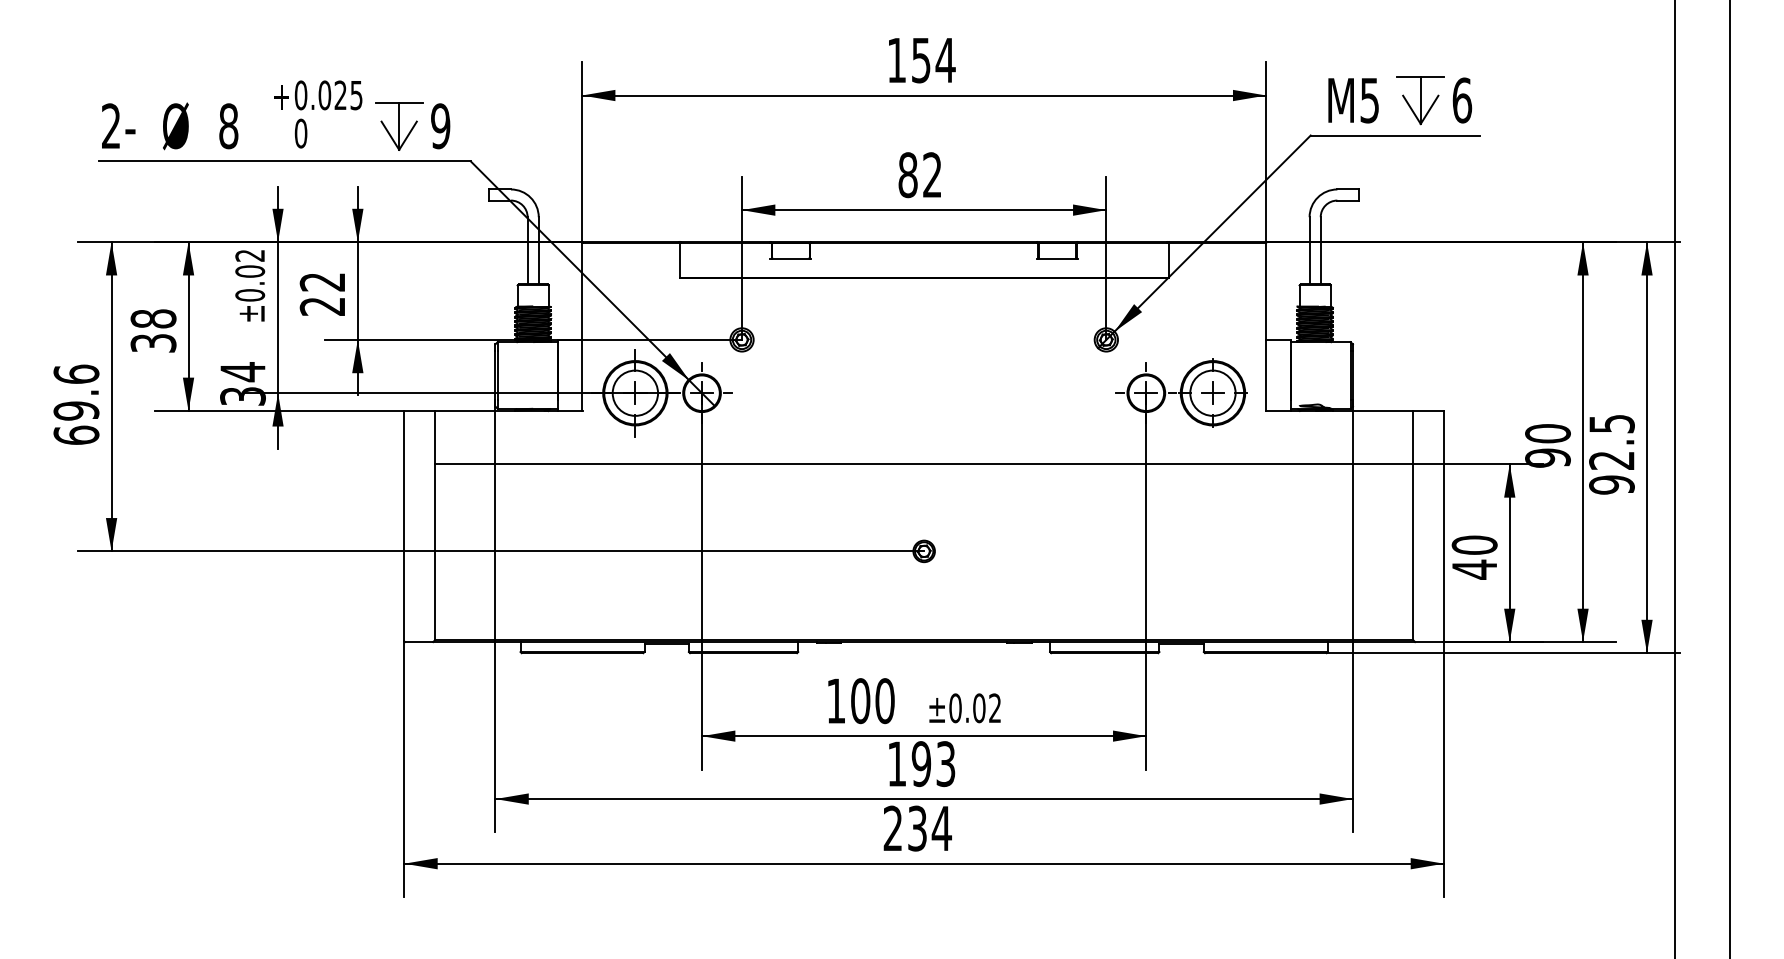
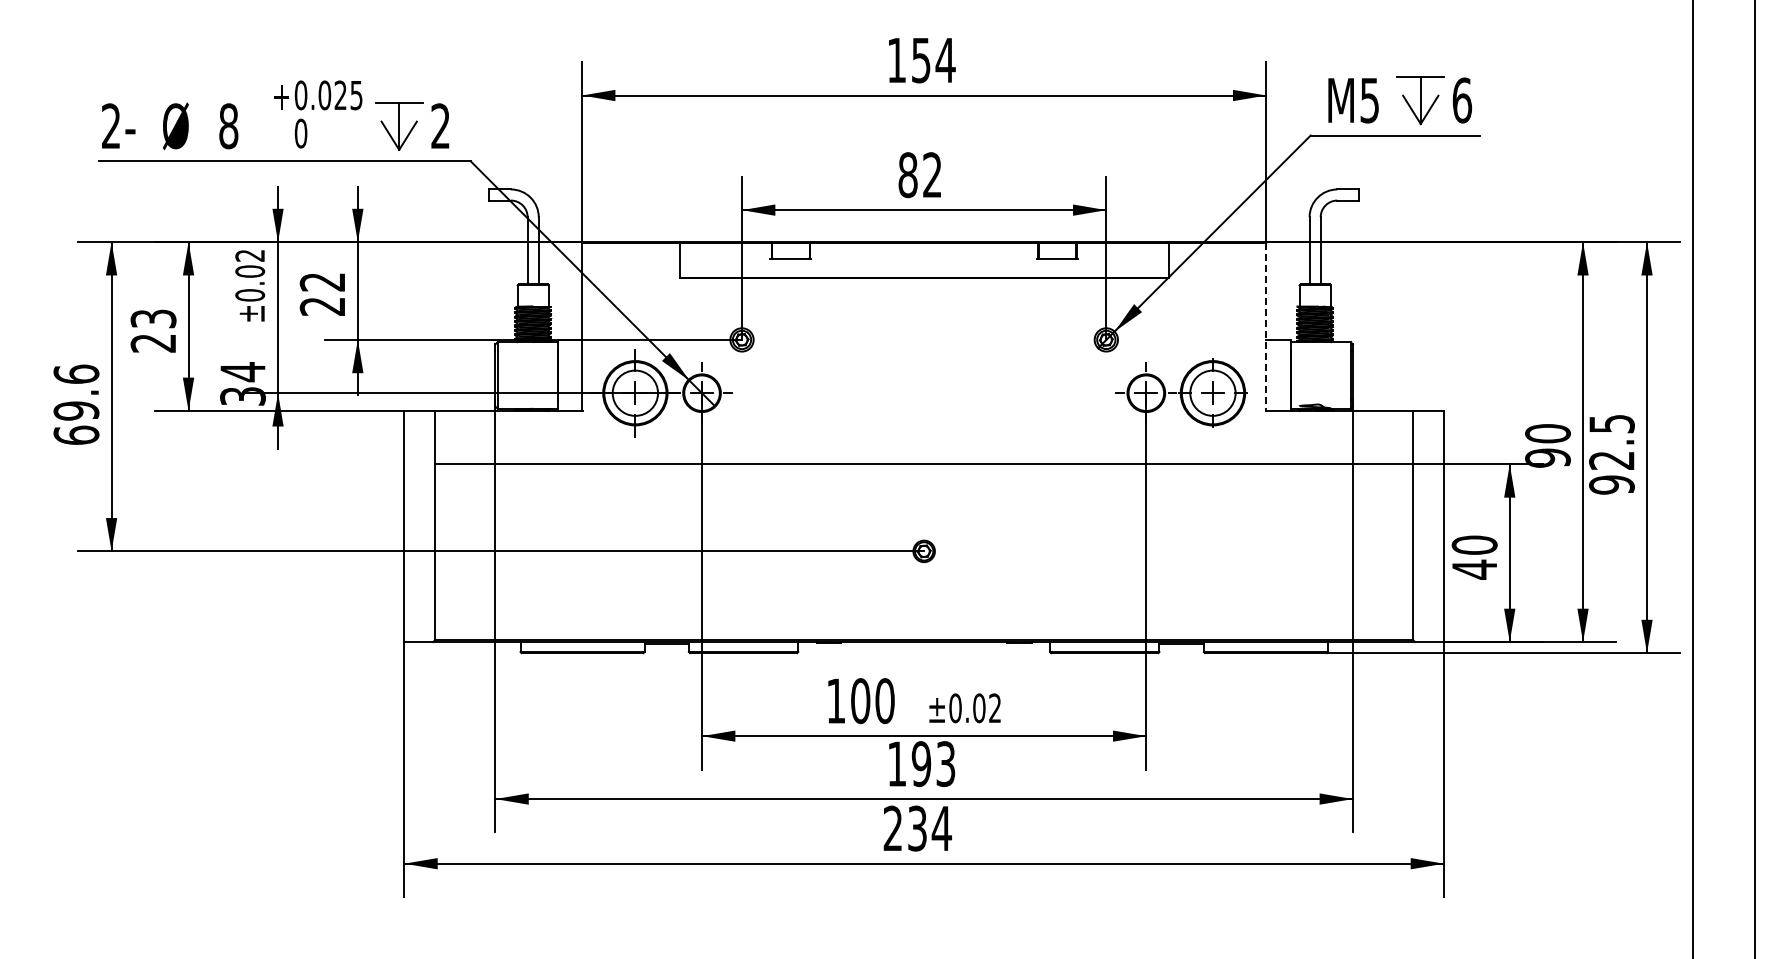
text at (440, 126): 9 -> 2
line at (1266, 327): solid -> dashed
text at (153, 330): 38 -> 23
line at (1674, 478) position: (1674, 478) -> (1692, 478)
line at (1730, 478) position: (1730, 478) -> (1755, 478)
